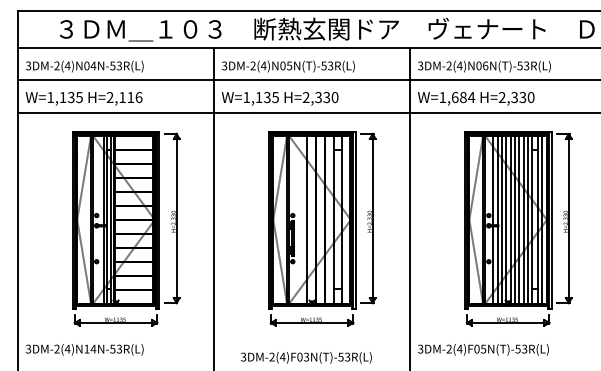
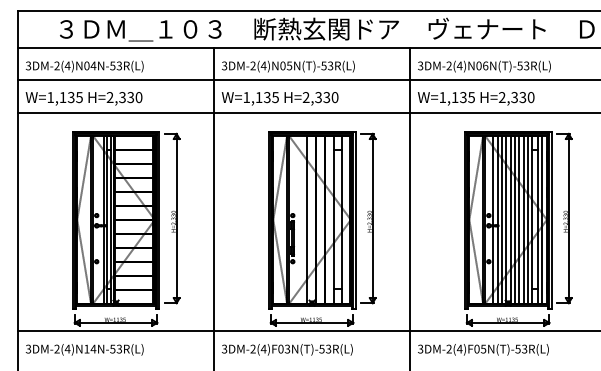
text at (130, 97): H=2,116 -> H=2,330
text at (463, 97): W=1,684 -> W=1,135
line at (307, 330): none -> present
text at (306, 357) position: (306, 357) -> (287, 349)
